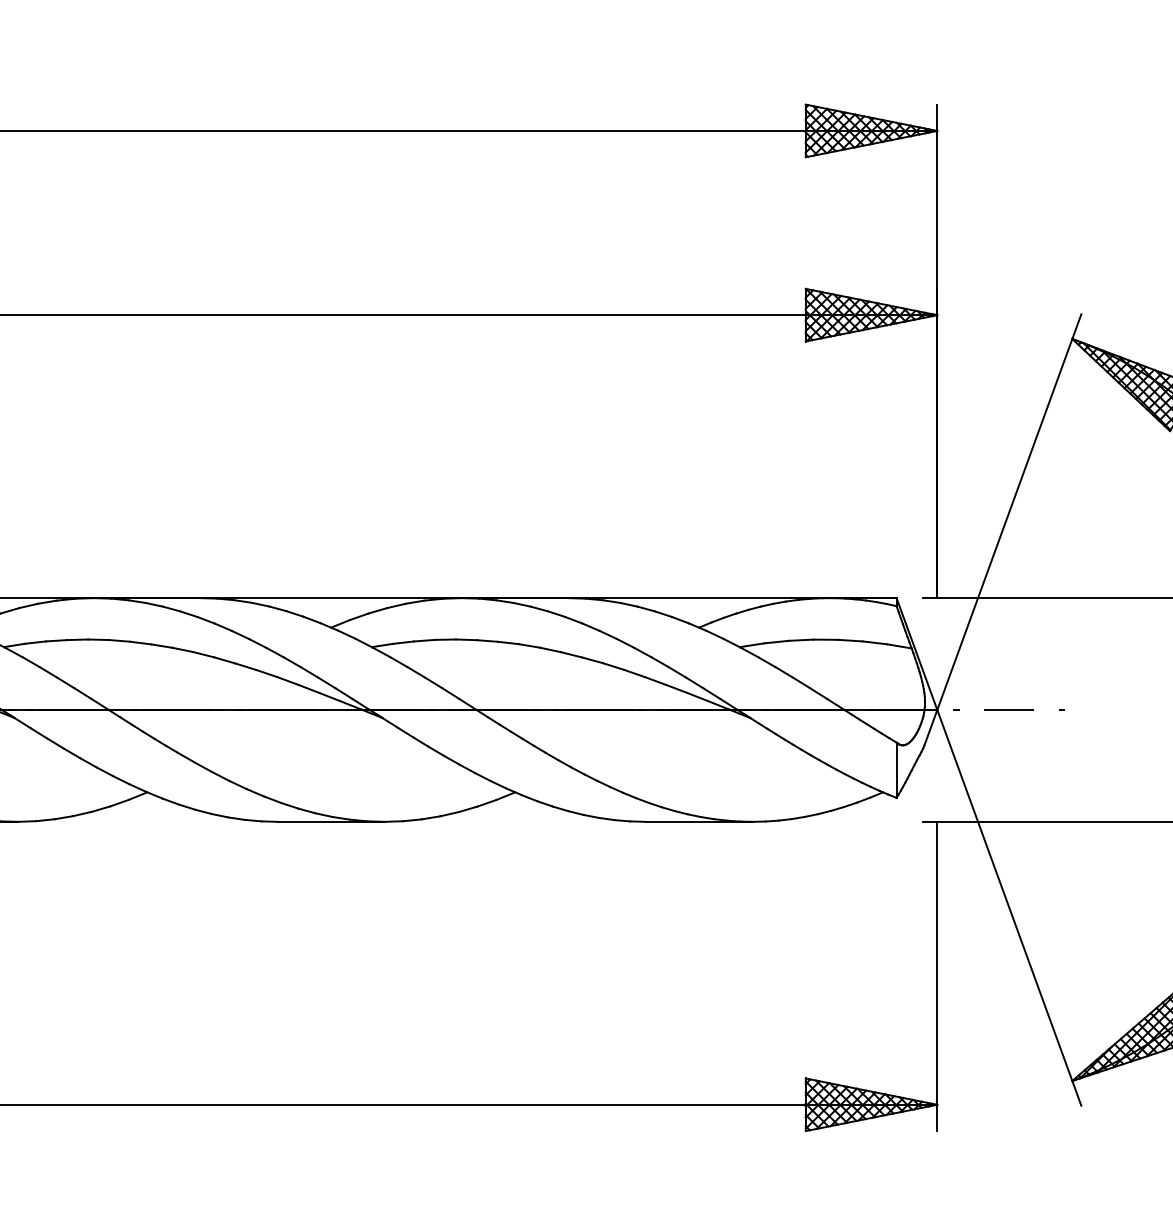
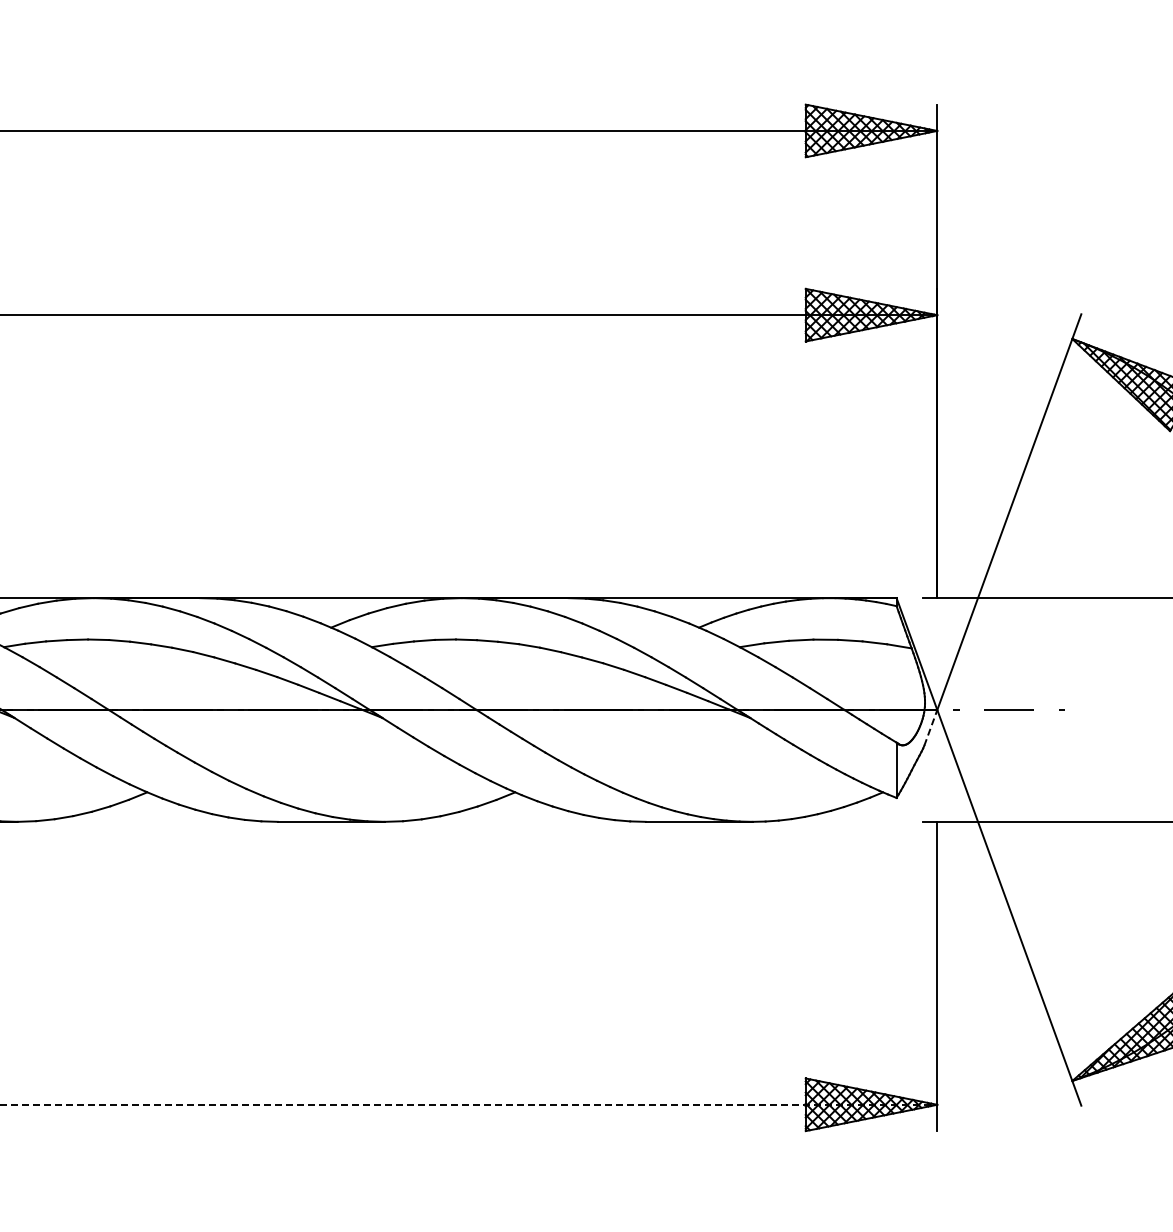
line at (930, 727): solid -> dashed
line at (469, 1104): solid -> dashed
